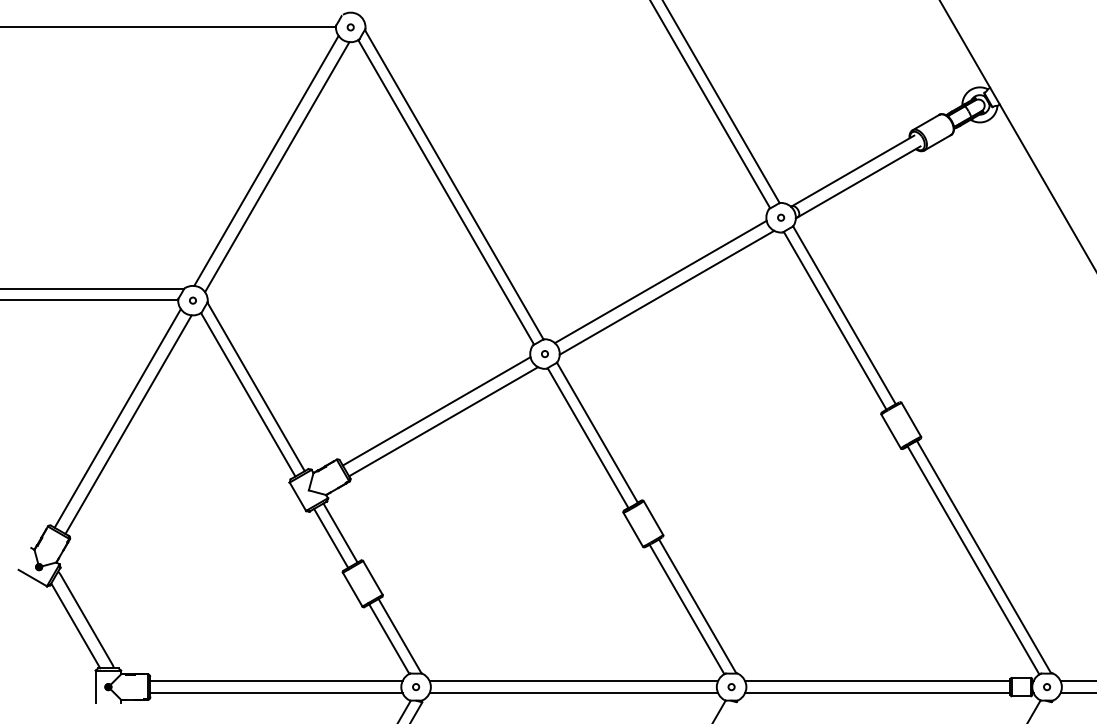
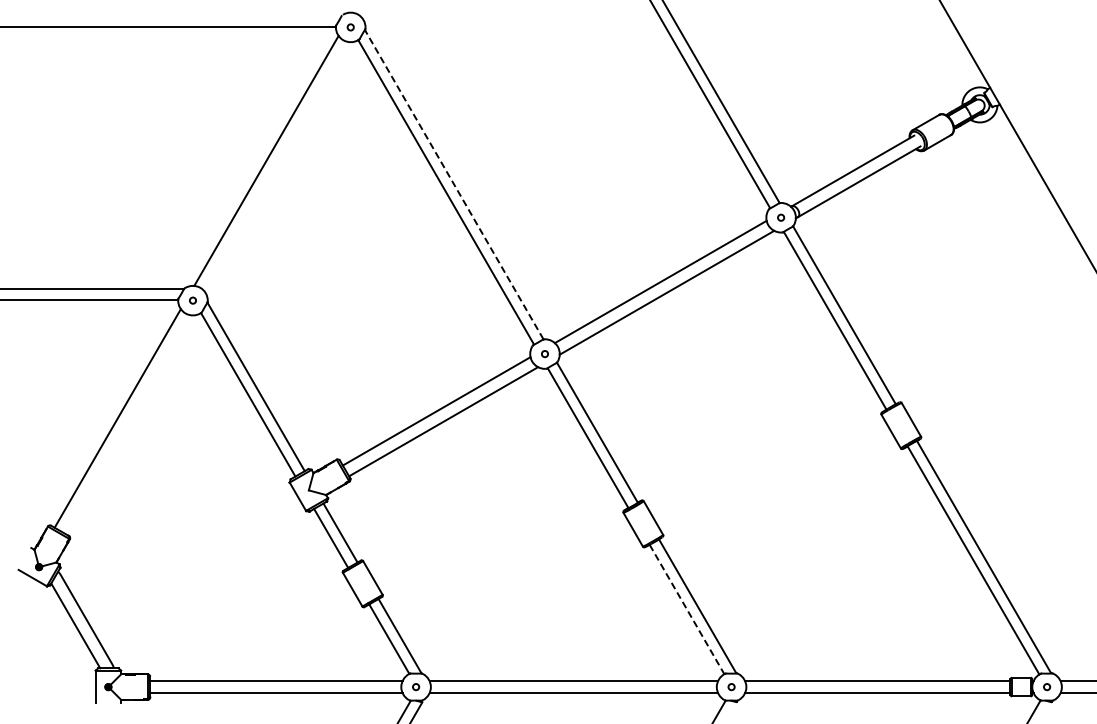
line at (277, 167): present -> none
line at (454, 184): solid -> dashed
line at (128, 424): present -> none
line at (687, 609): solid -> dashed
